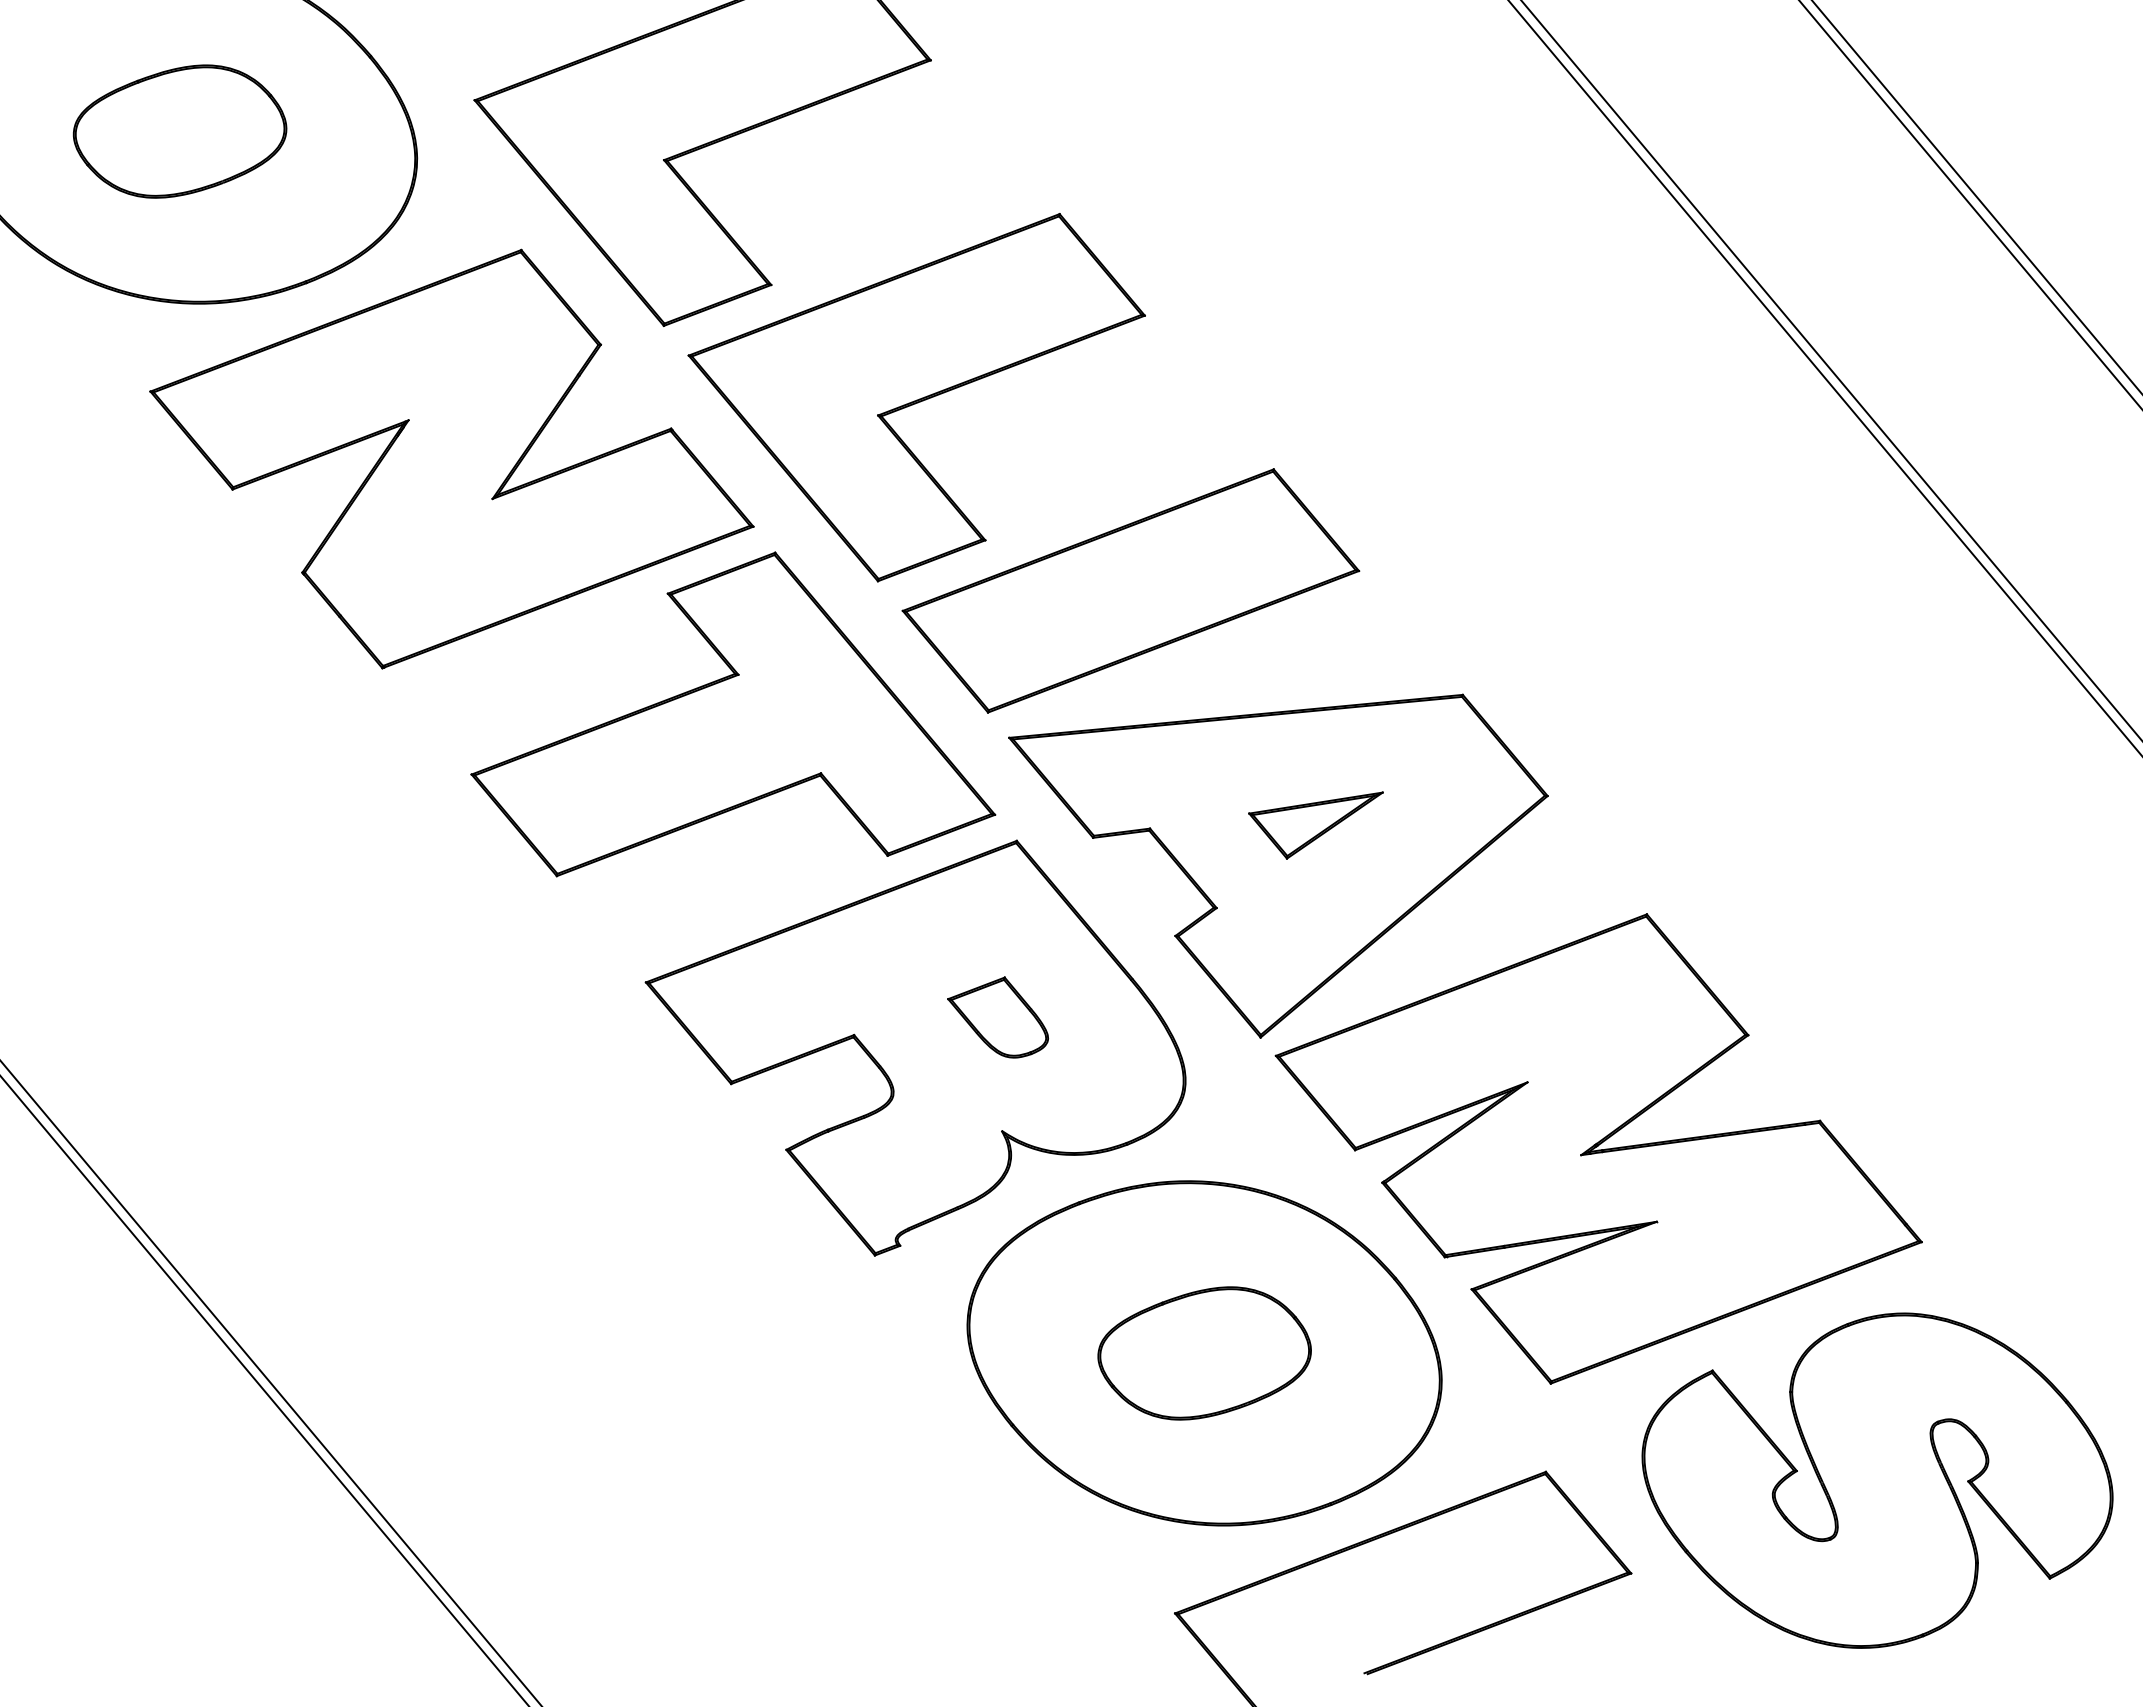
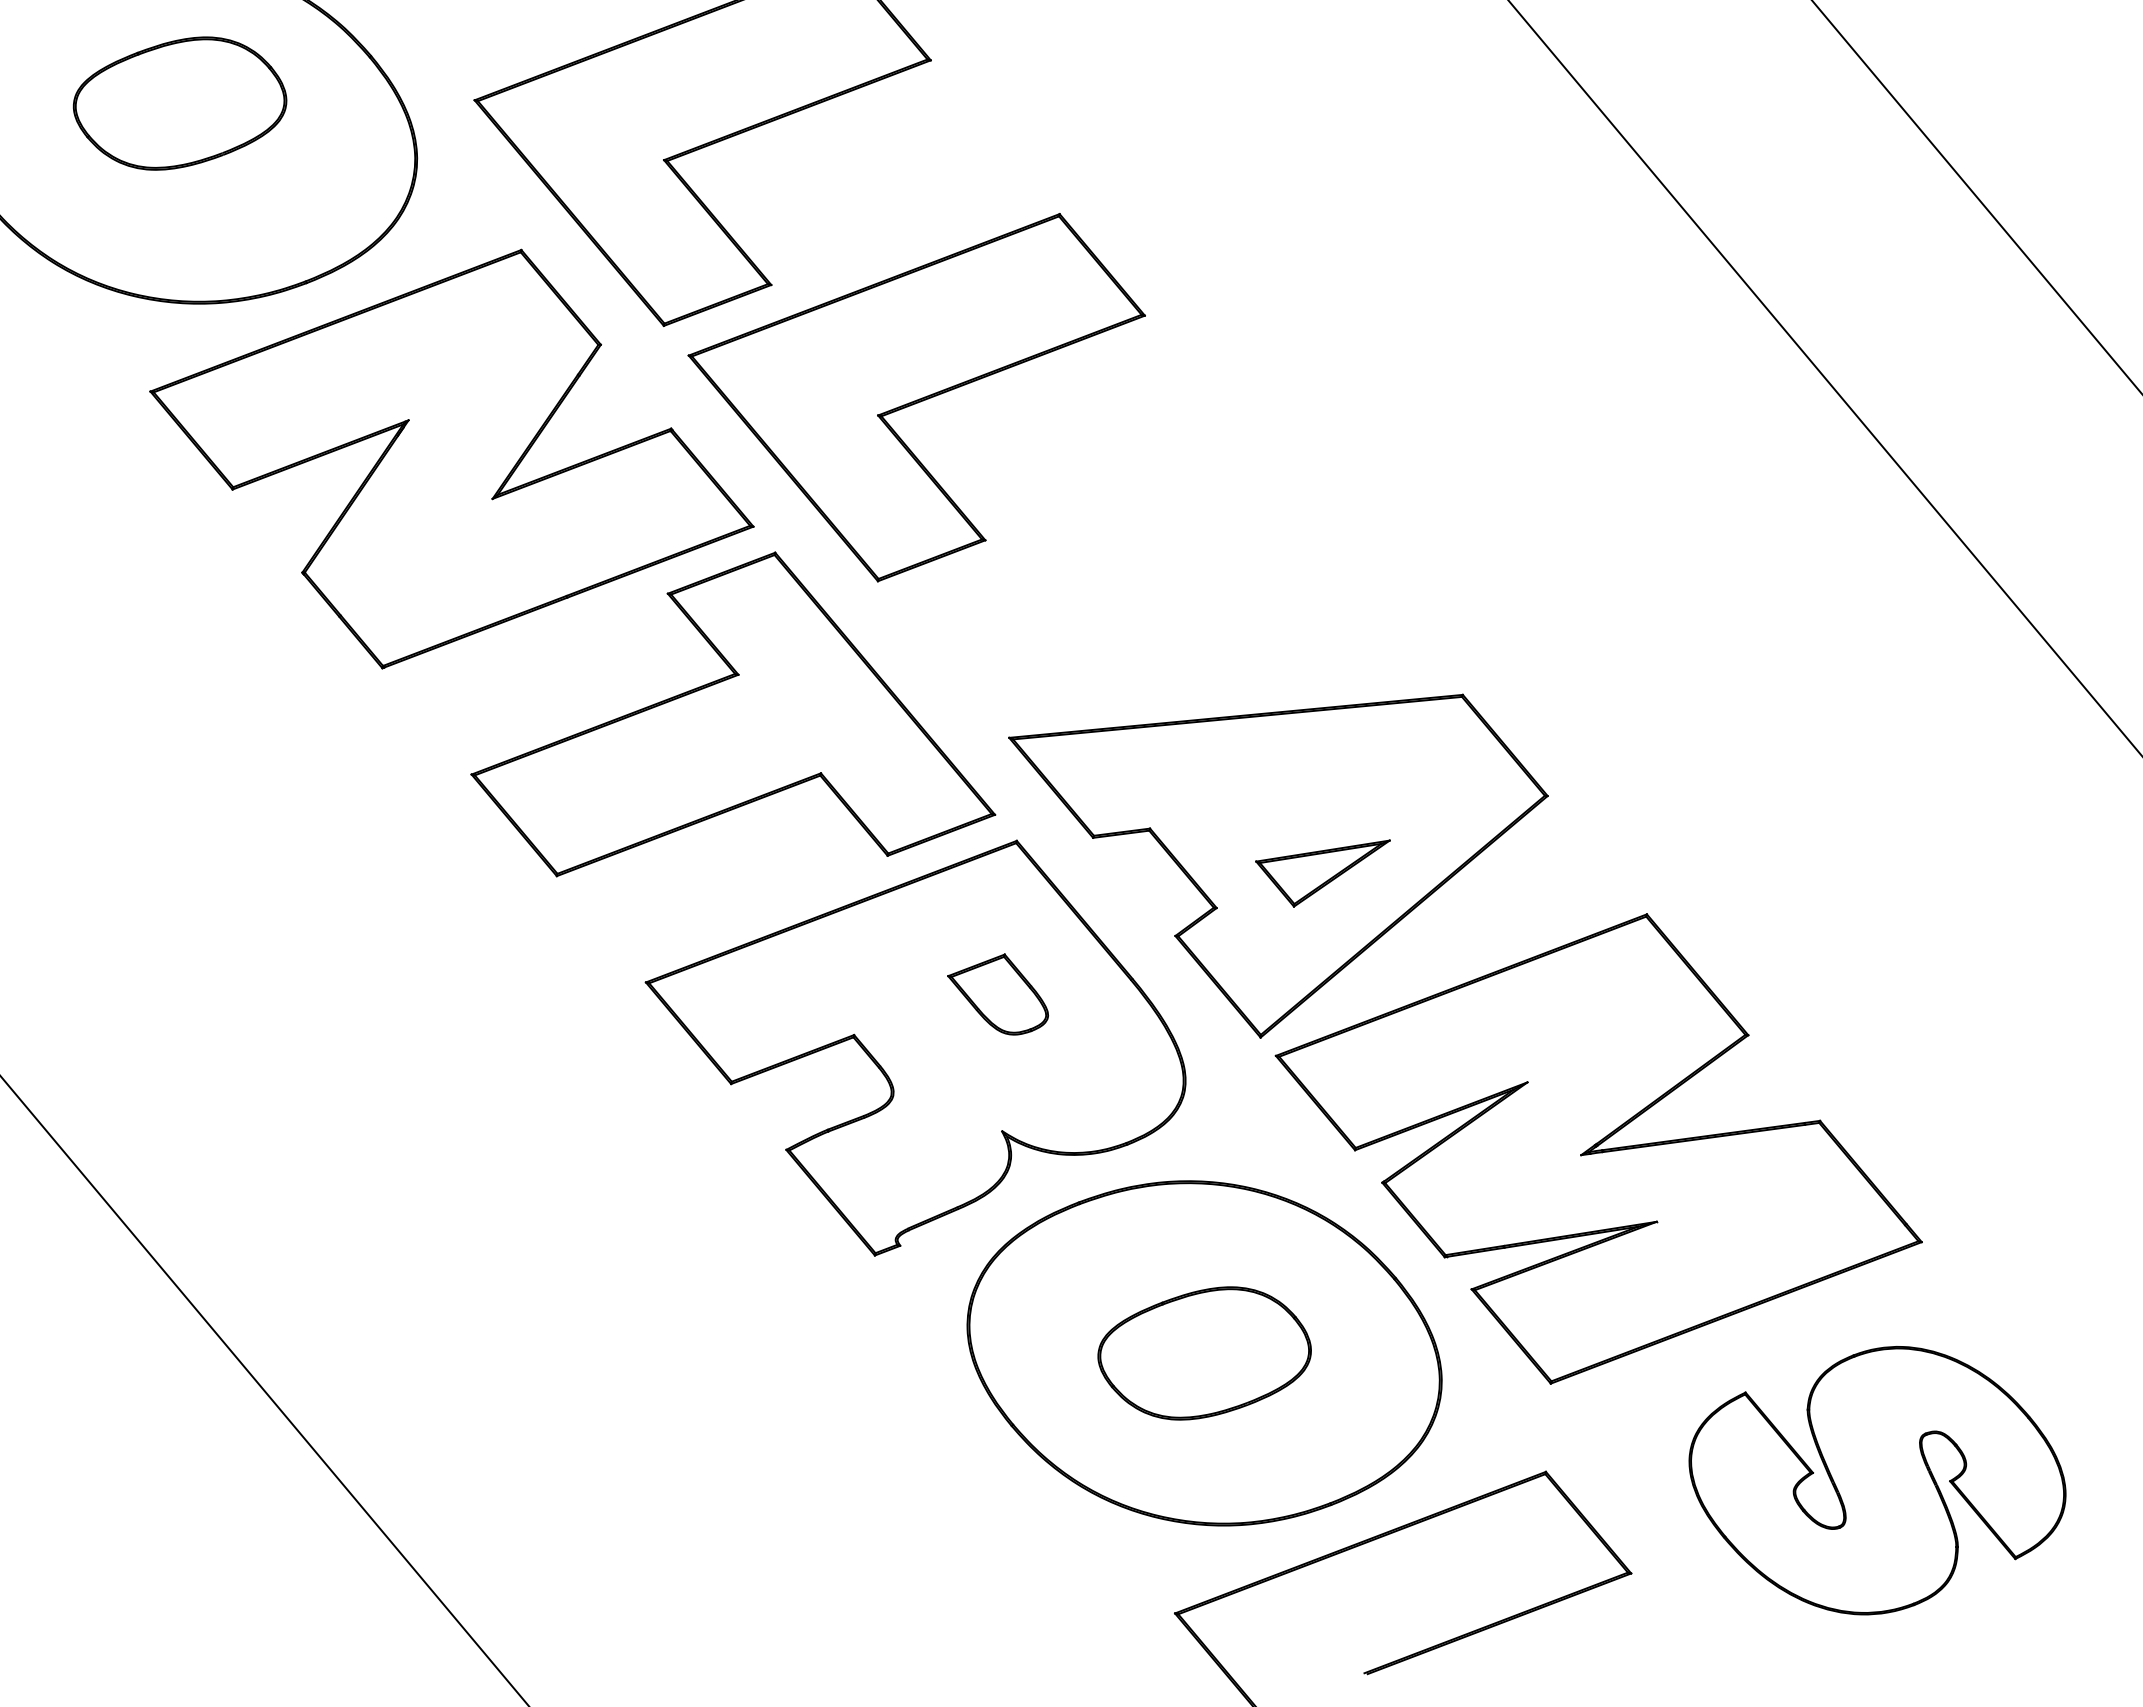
part at (179, 131) position: (179, 131) -> (179, 103)
line at (1969, 204): present -> none
line at (1830, 369): present -> none
part at (1130, 590): present -> none
part at (1315, 825) position: (1315, 825) -> (1322, 873)
part at (997, 1017) position: (997, 1017) -> (997, 994)
line at (270, 1383): present -> none
part at (1877, 1480) size: 473x337 px -> 379x270 px
